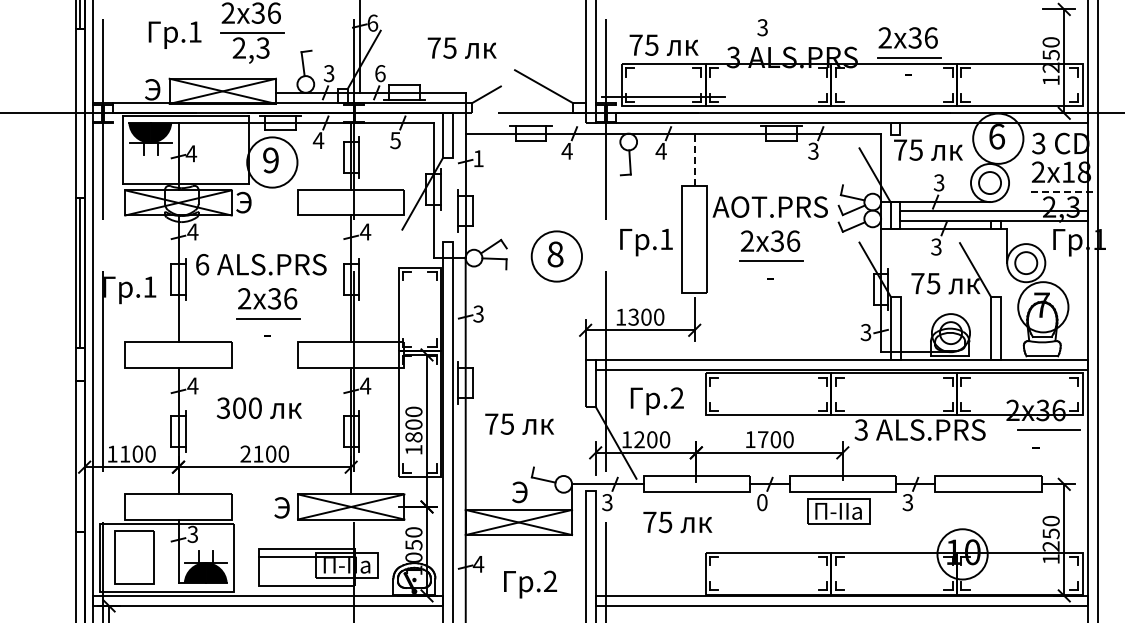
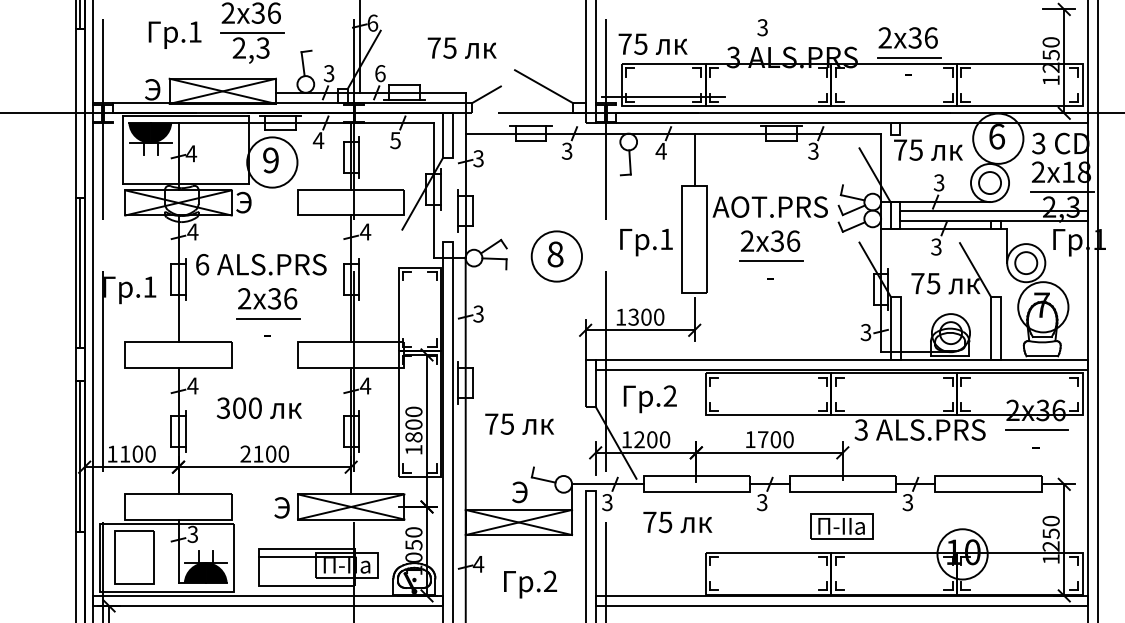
text at (663, 44) position: (663, 44) -> (652, 43)
text at (566, 150): 4 -> 3
text at (478, 158): 1 -> 3
line at (694, 159): dashed -> solid
line at (1062, 192): dashed -> solid
text at (656, 401) position: (656, 401) -> (649, 399)
line at (1048, 429) position: (1048, 429) -> (1036, 429)
line at (80, 456): none -> present
text at (762, 502): 0 -> 3
part at (838, 511) position: (838, 511) -> (841, 526)
